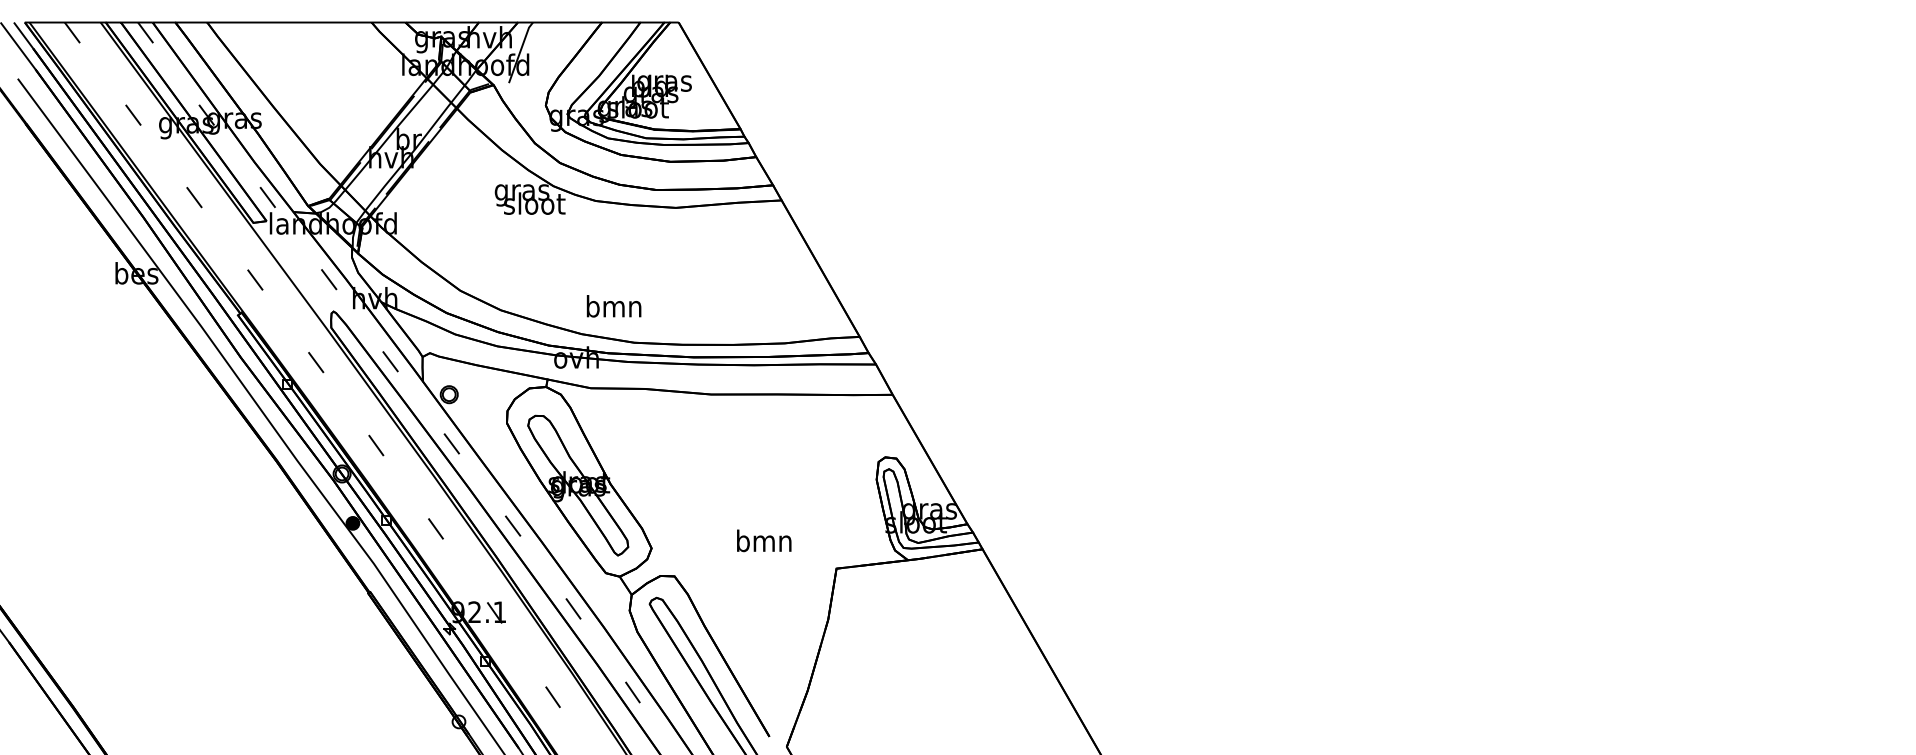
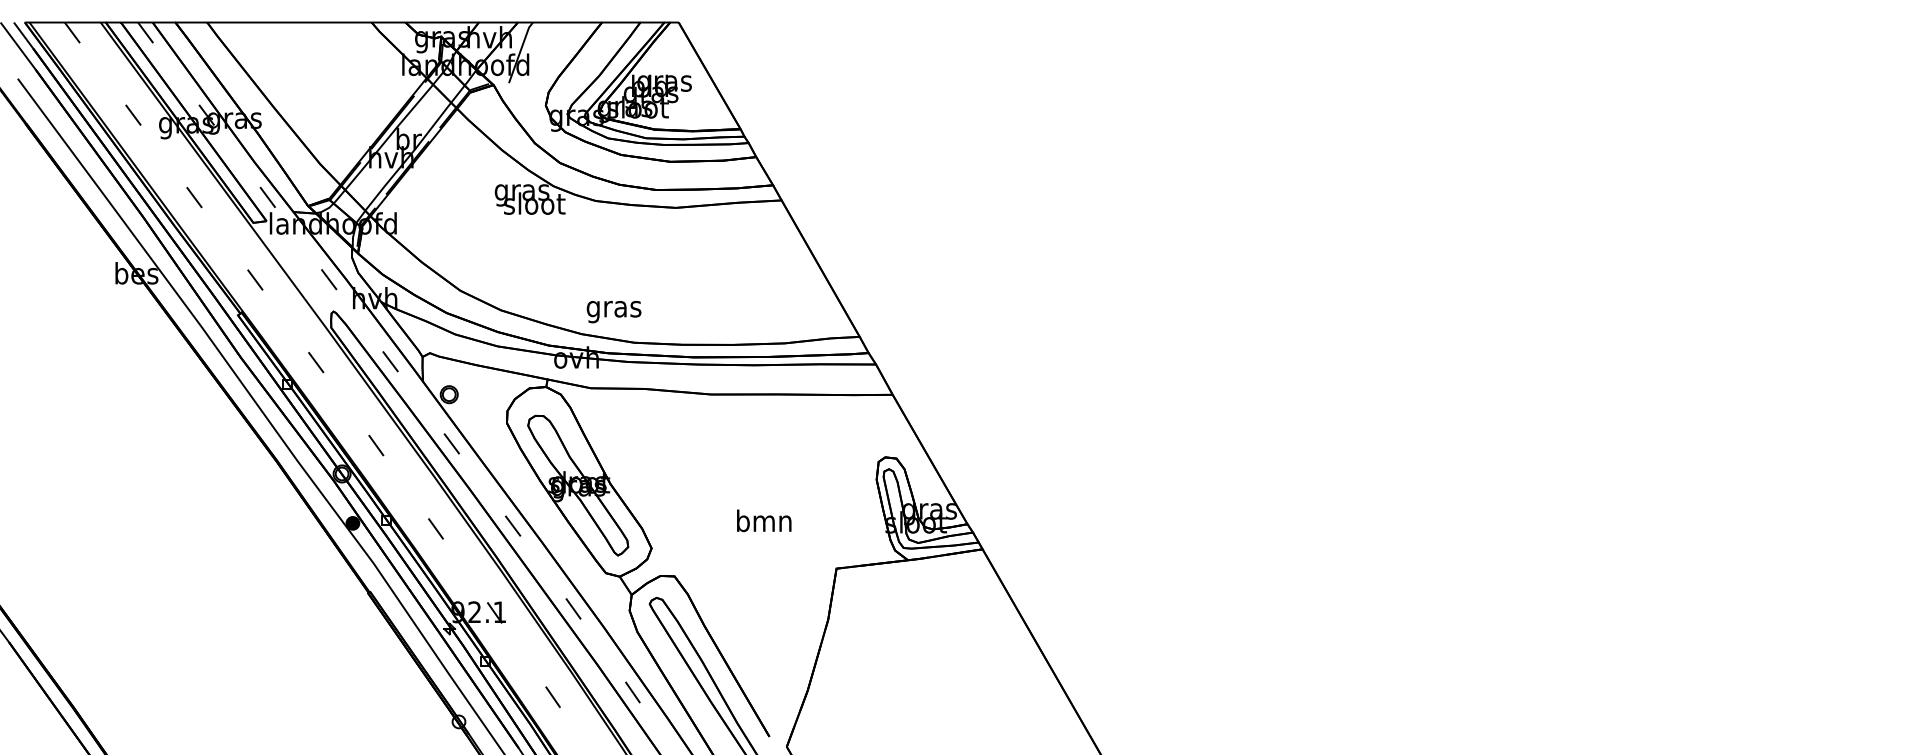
text at (613, 309): bmn -> gras
text at (764, 540) position: (764, 540) -> (764, 520)
